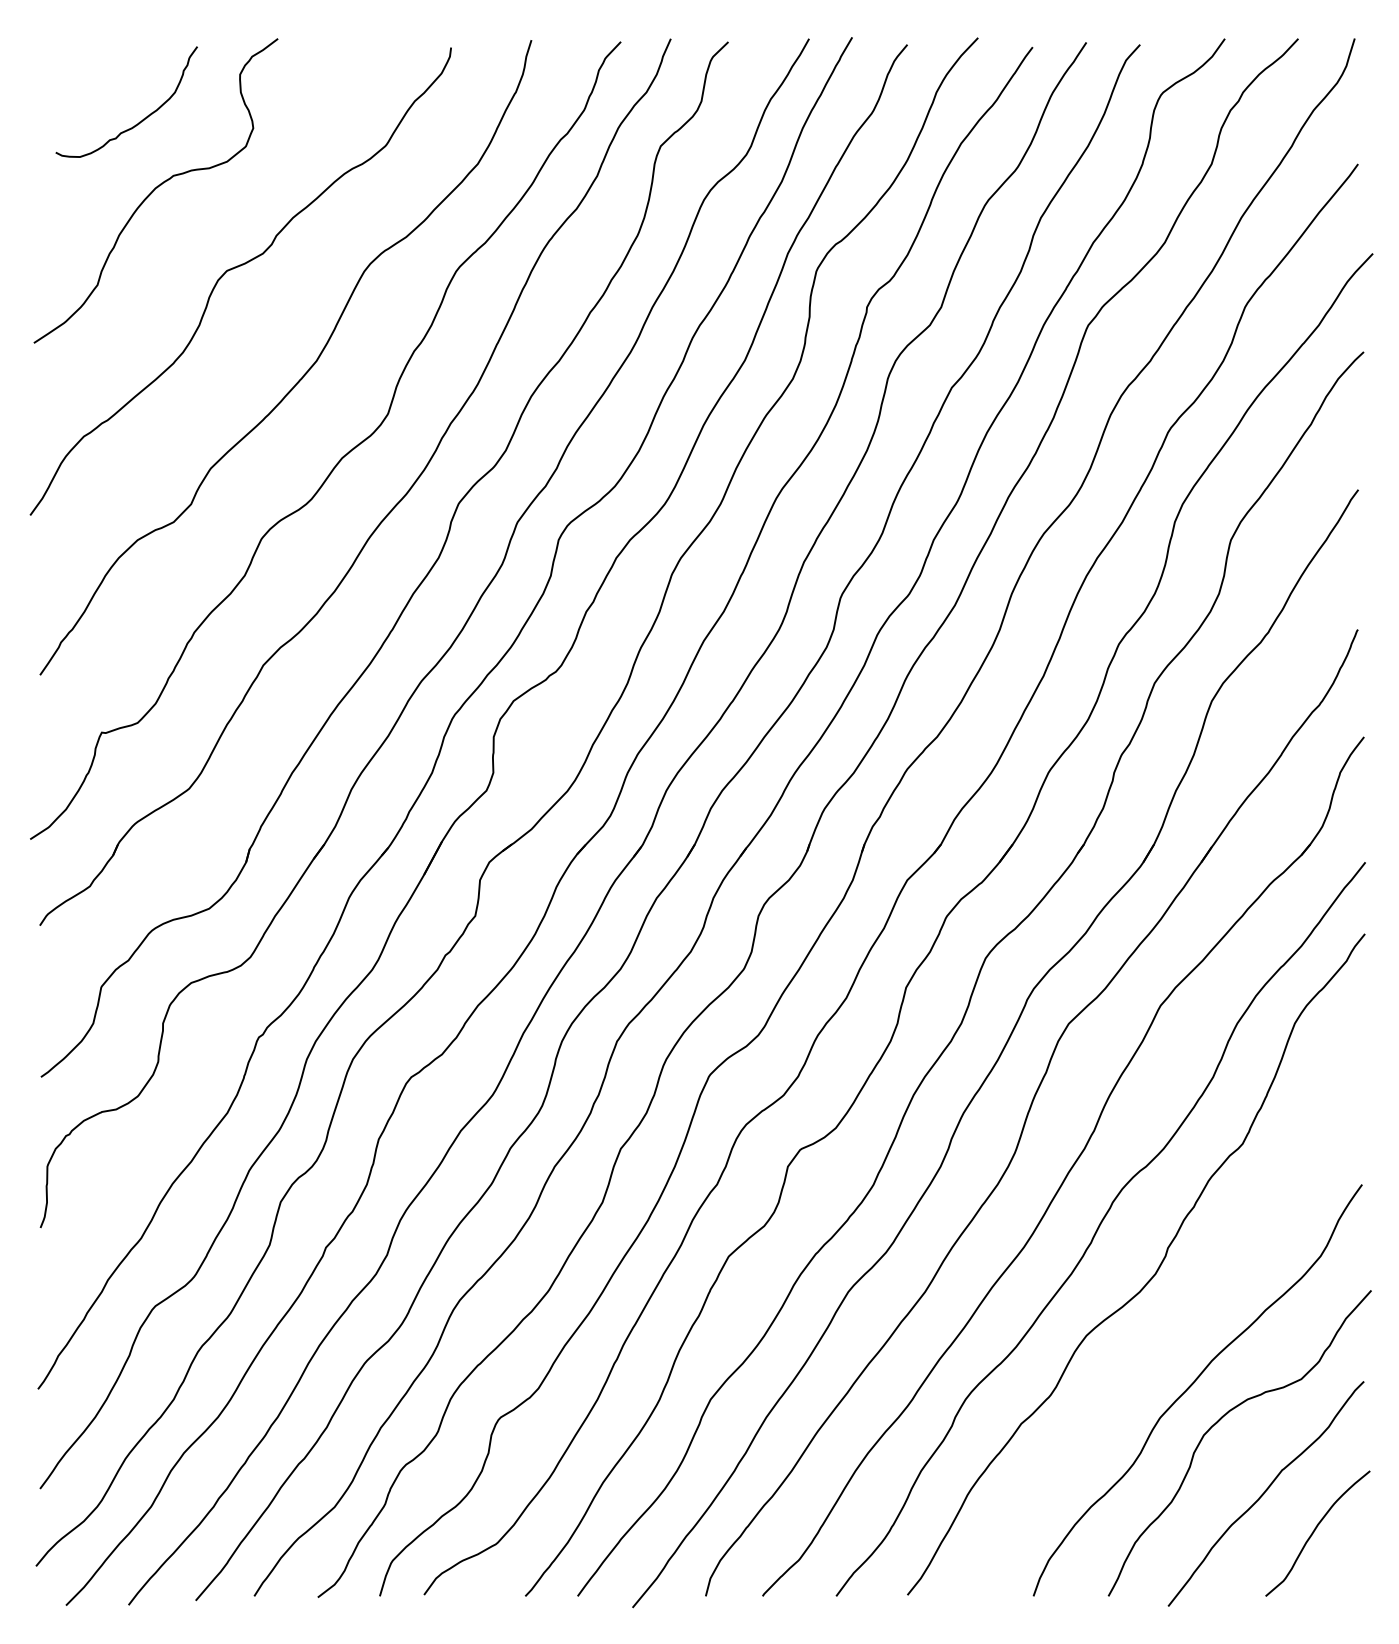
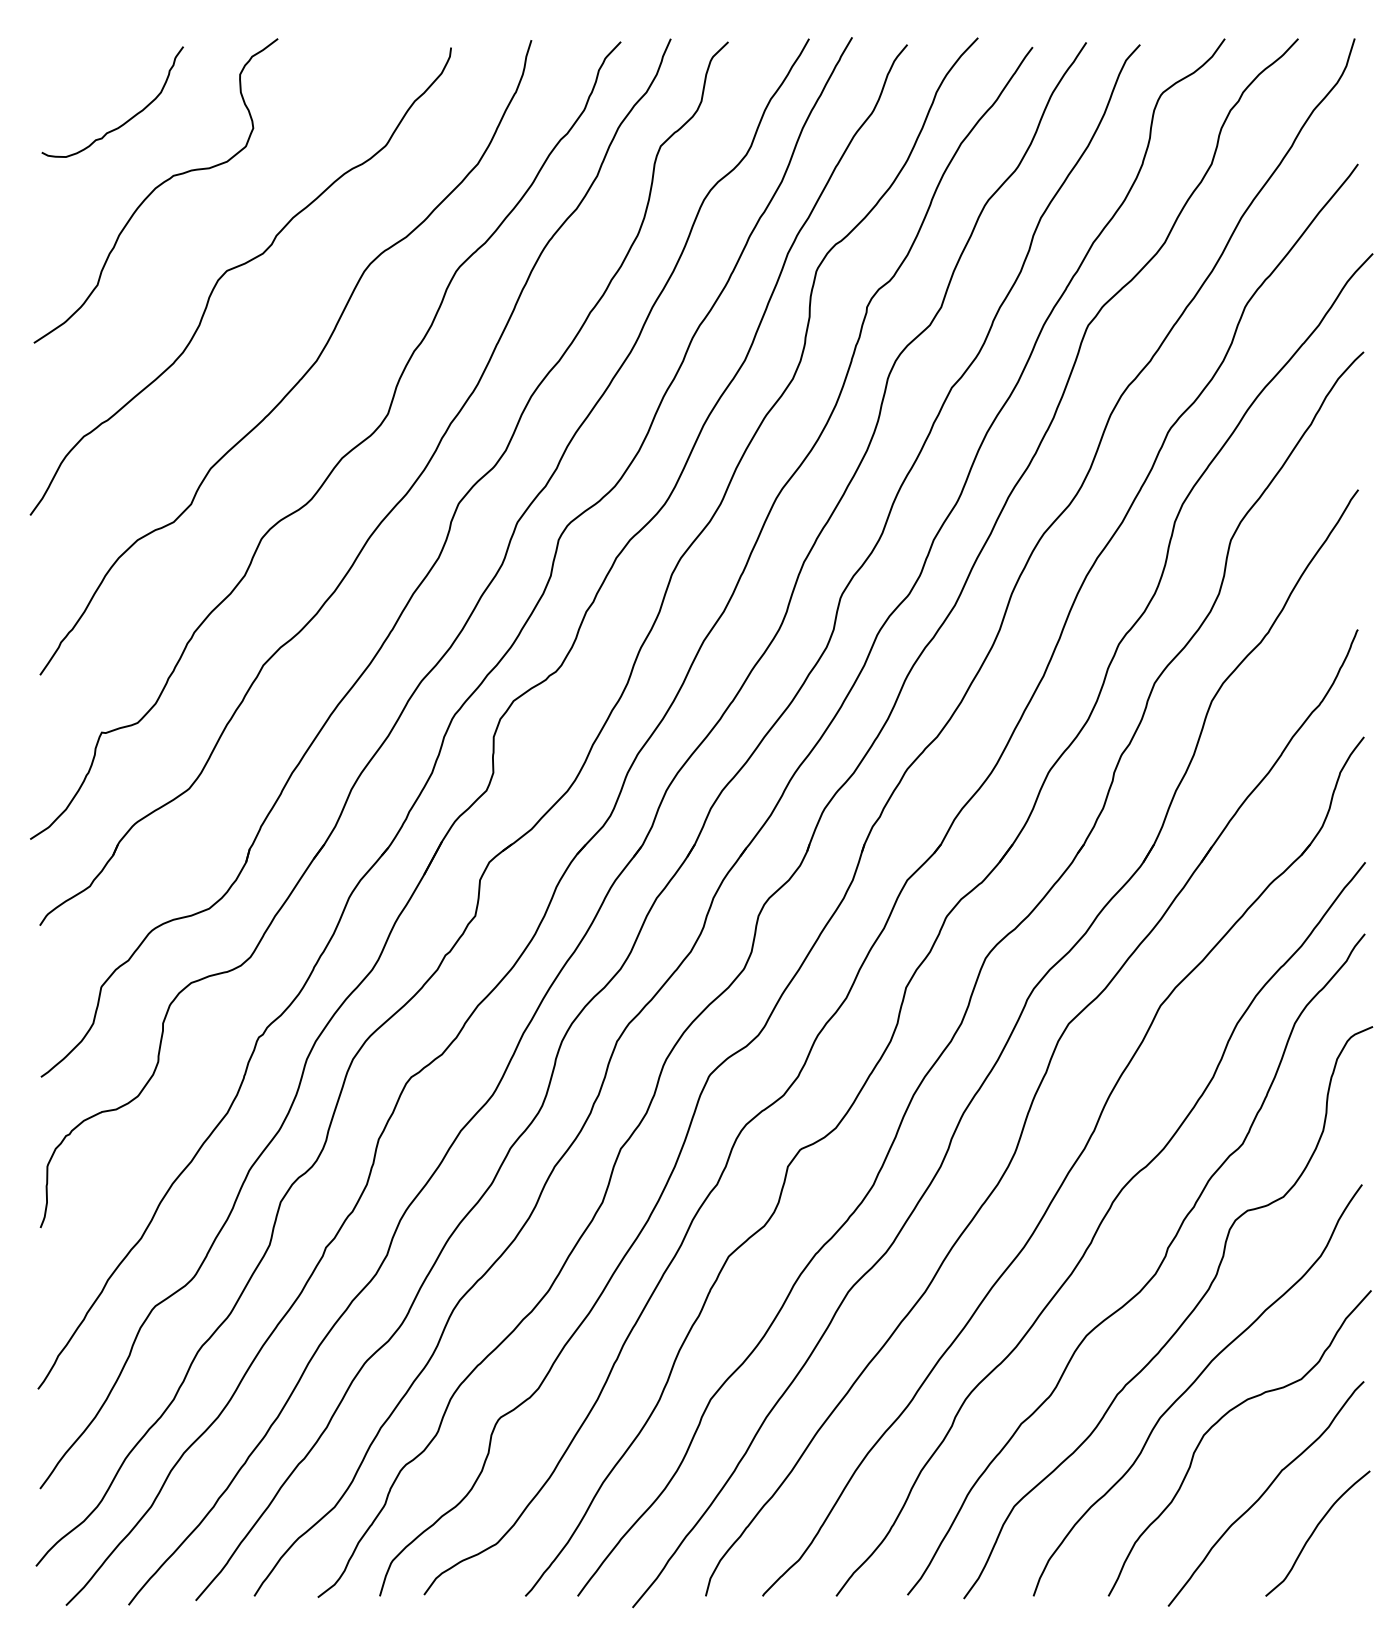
curve at (139, 121) position: (139, 121) -> (125, 121)
curve at (1180, 1324): none -> present
